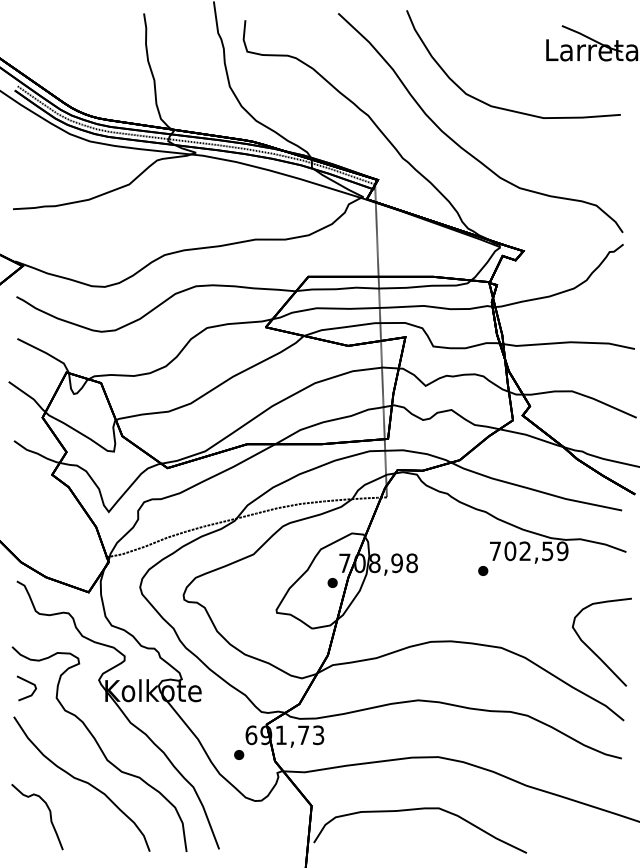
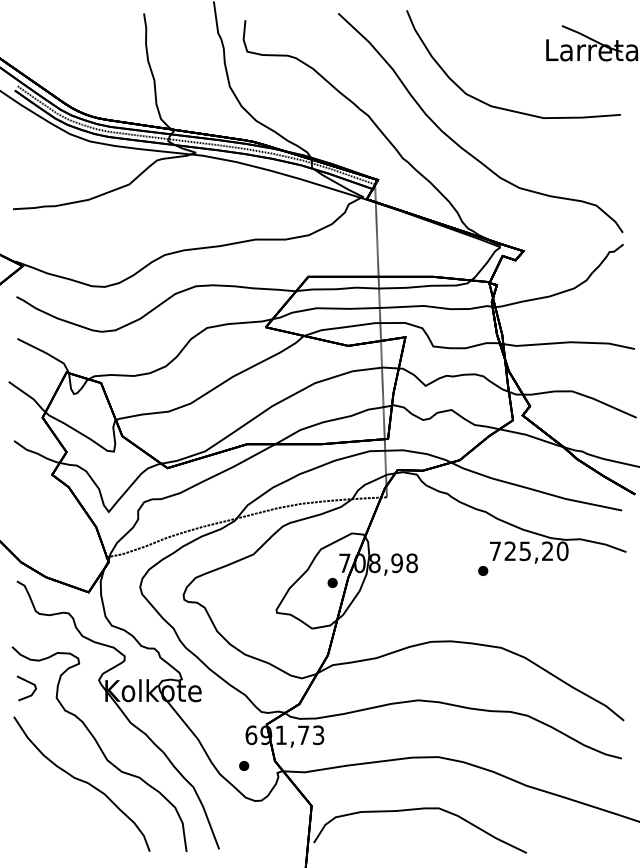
text at (536, 551): 702,59 -> 725,20
part at (592, 649): present -> none
part at (239, 754) position: (239, 754) -> (244, 765)
curve at (49, 815): present -> none
